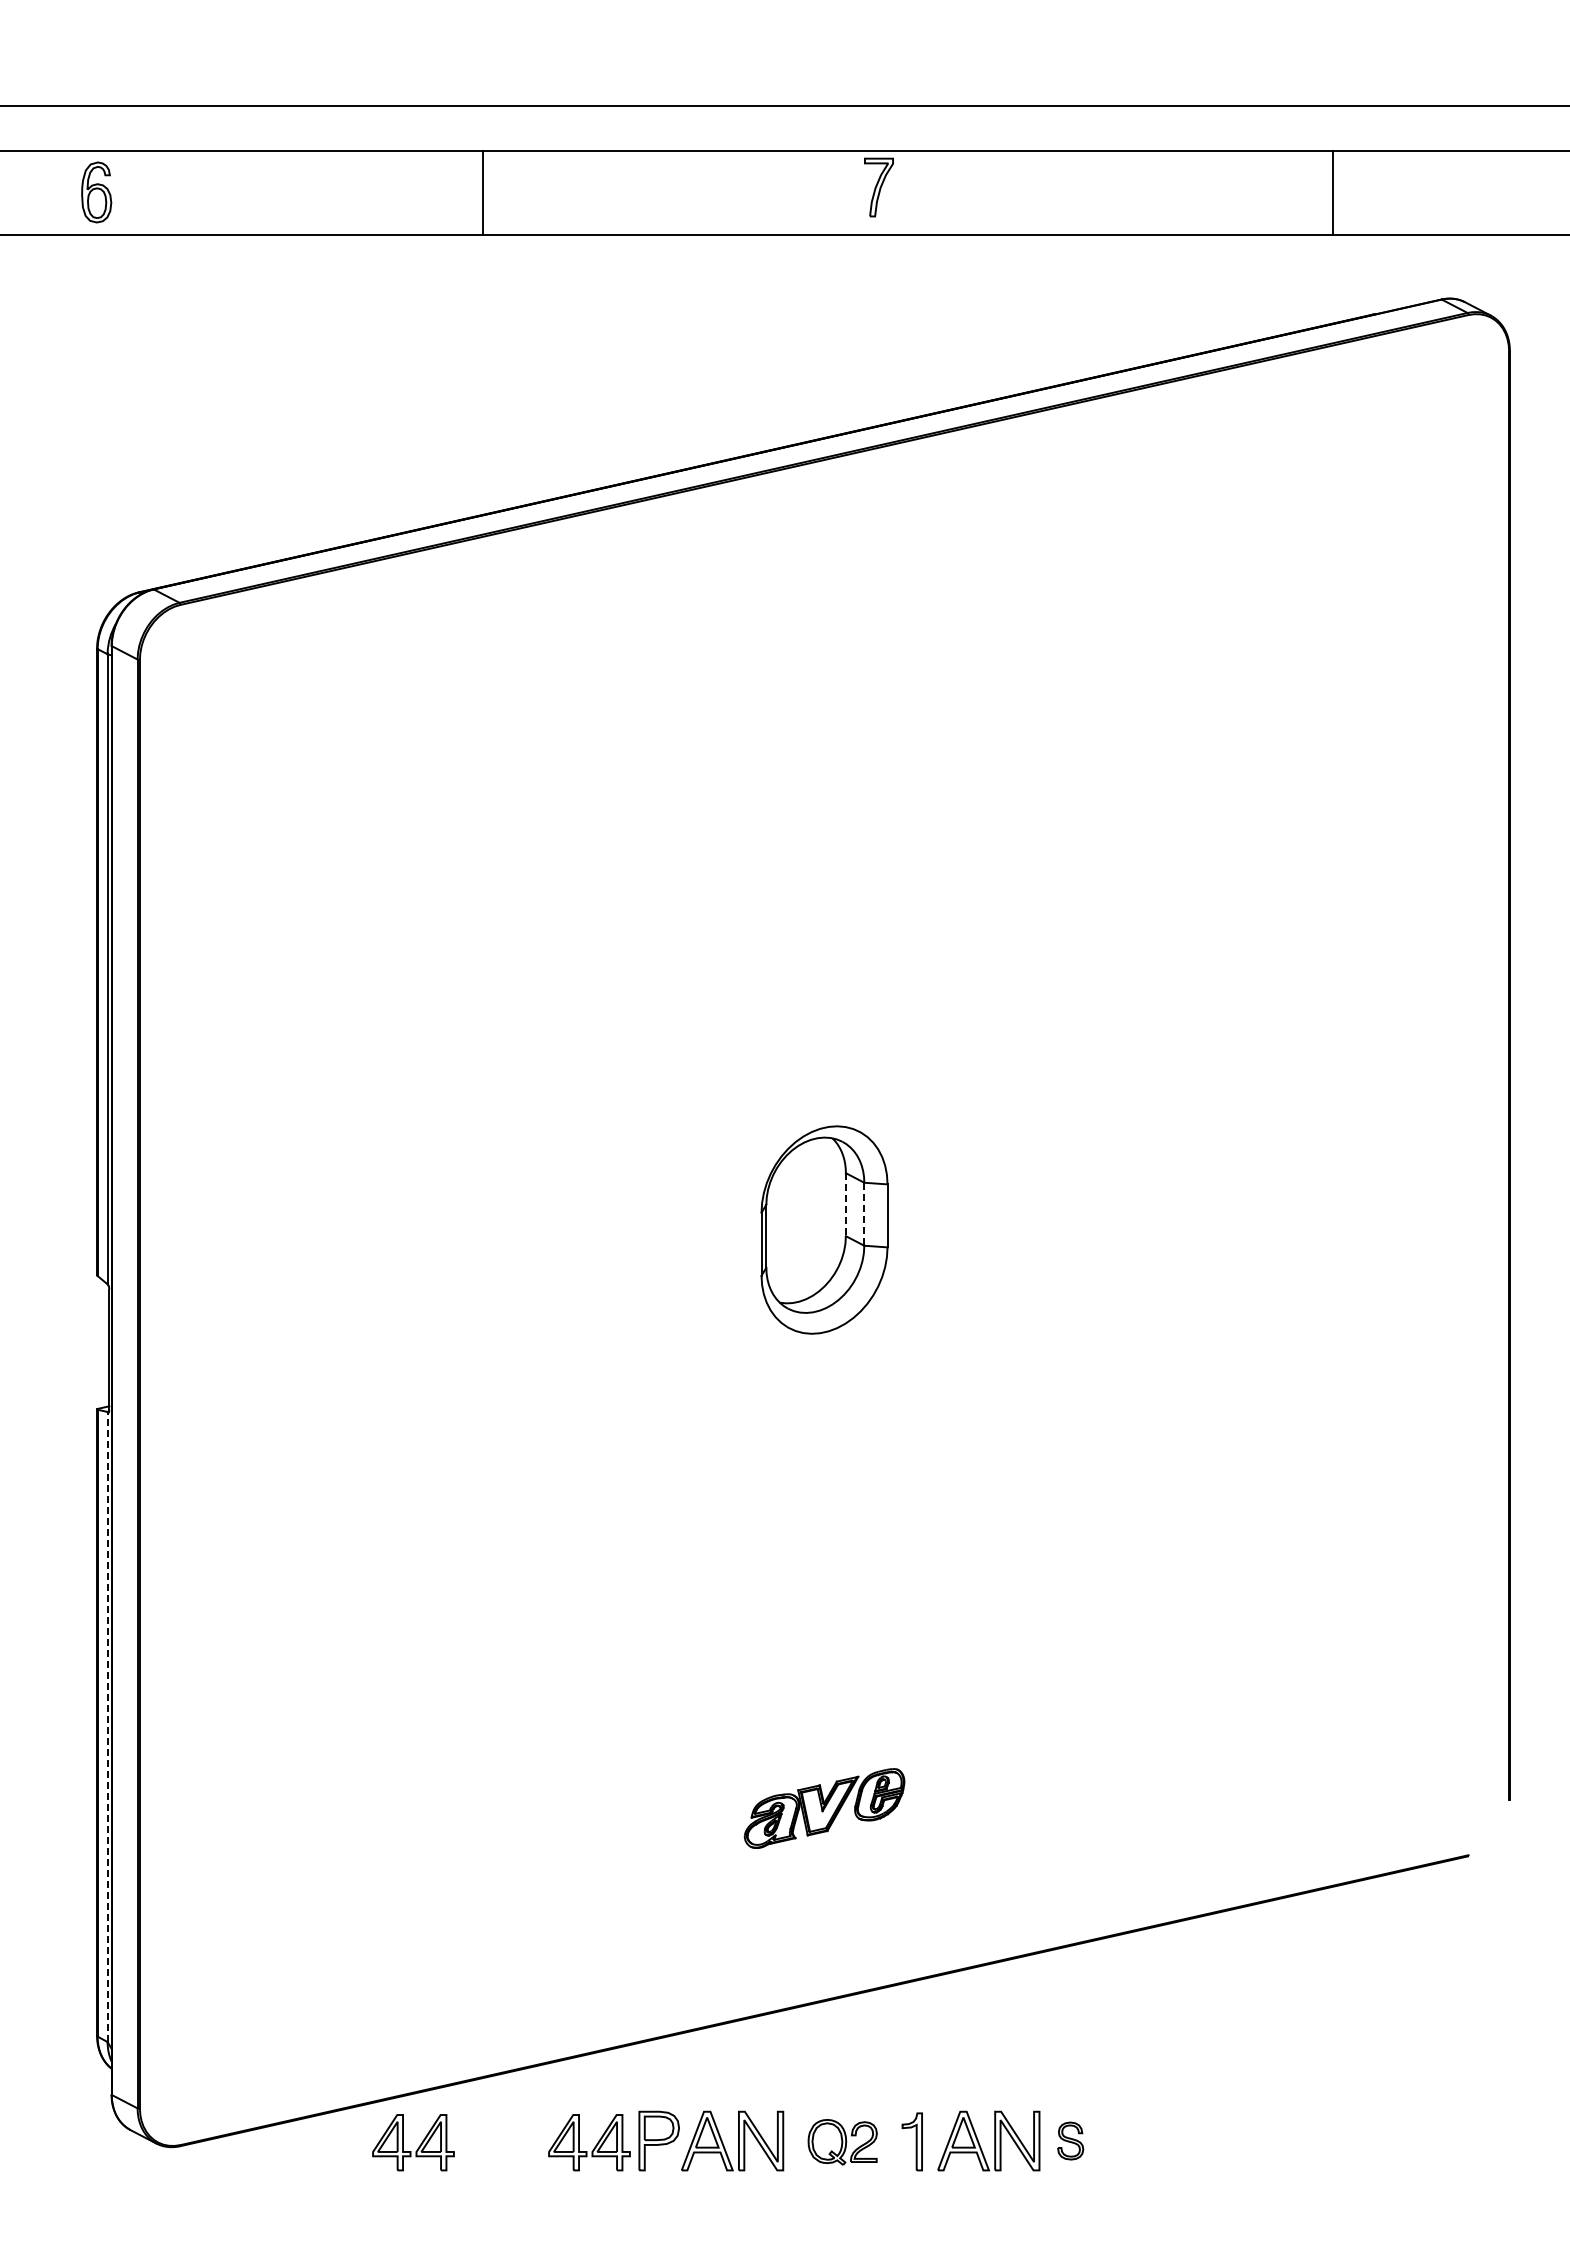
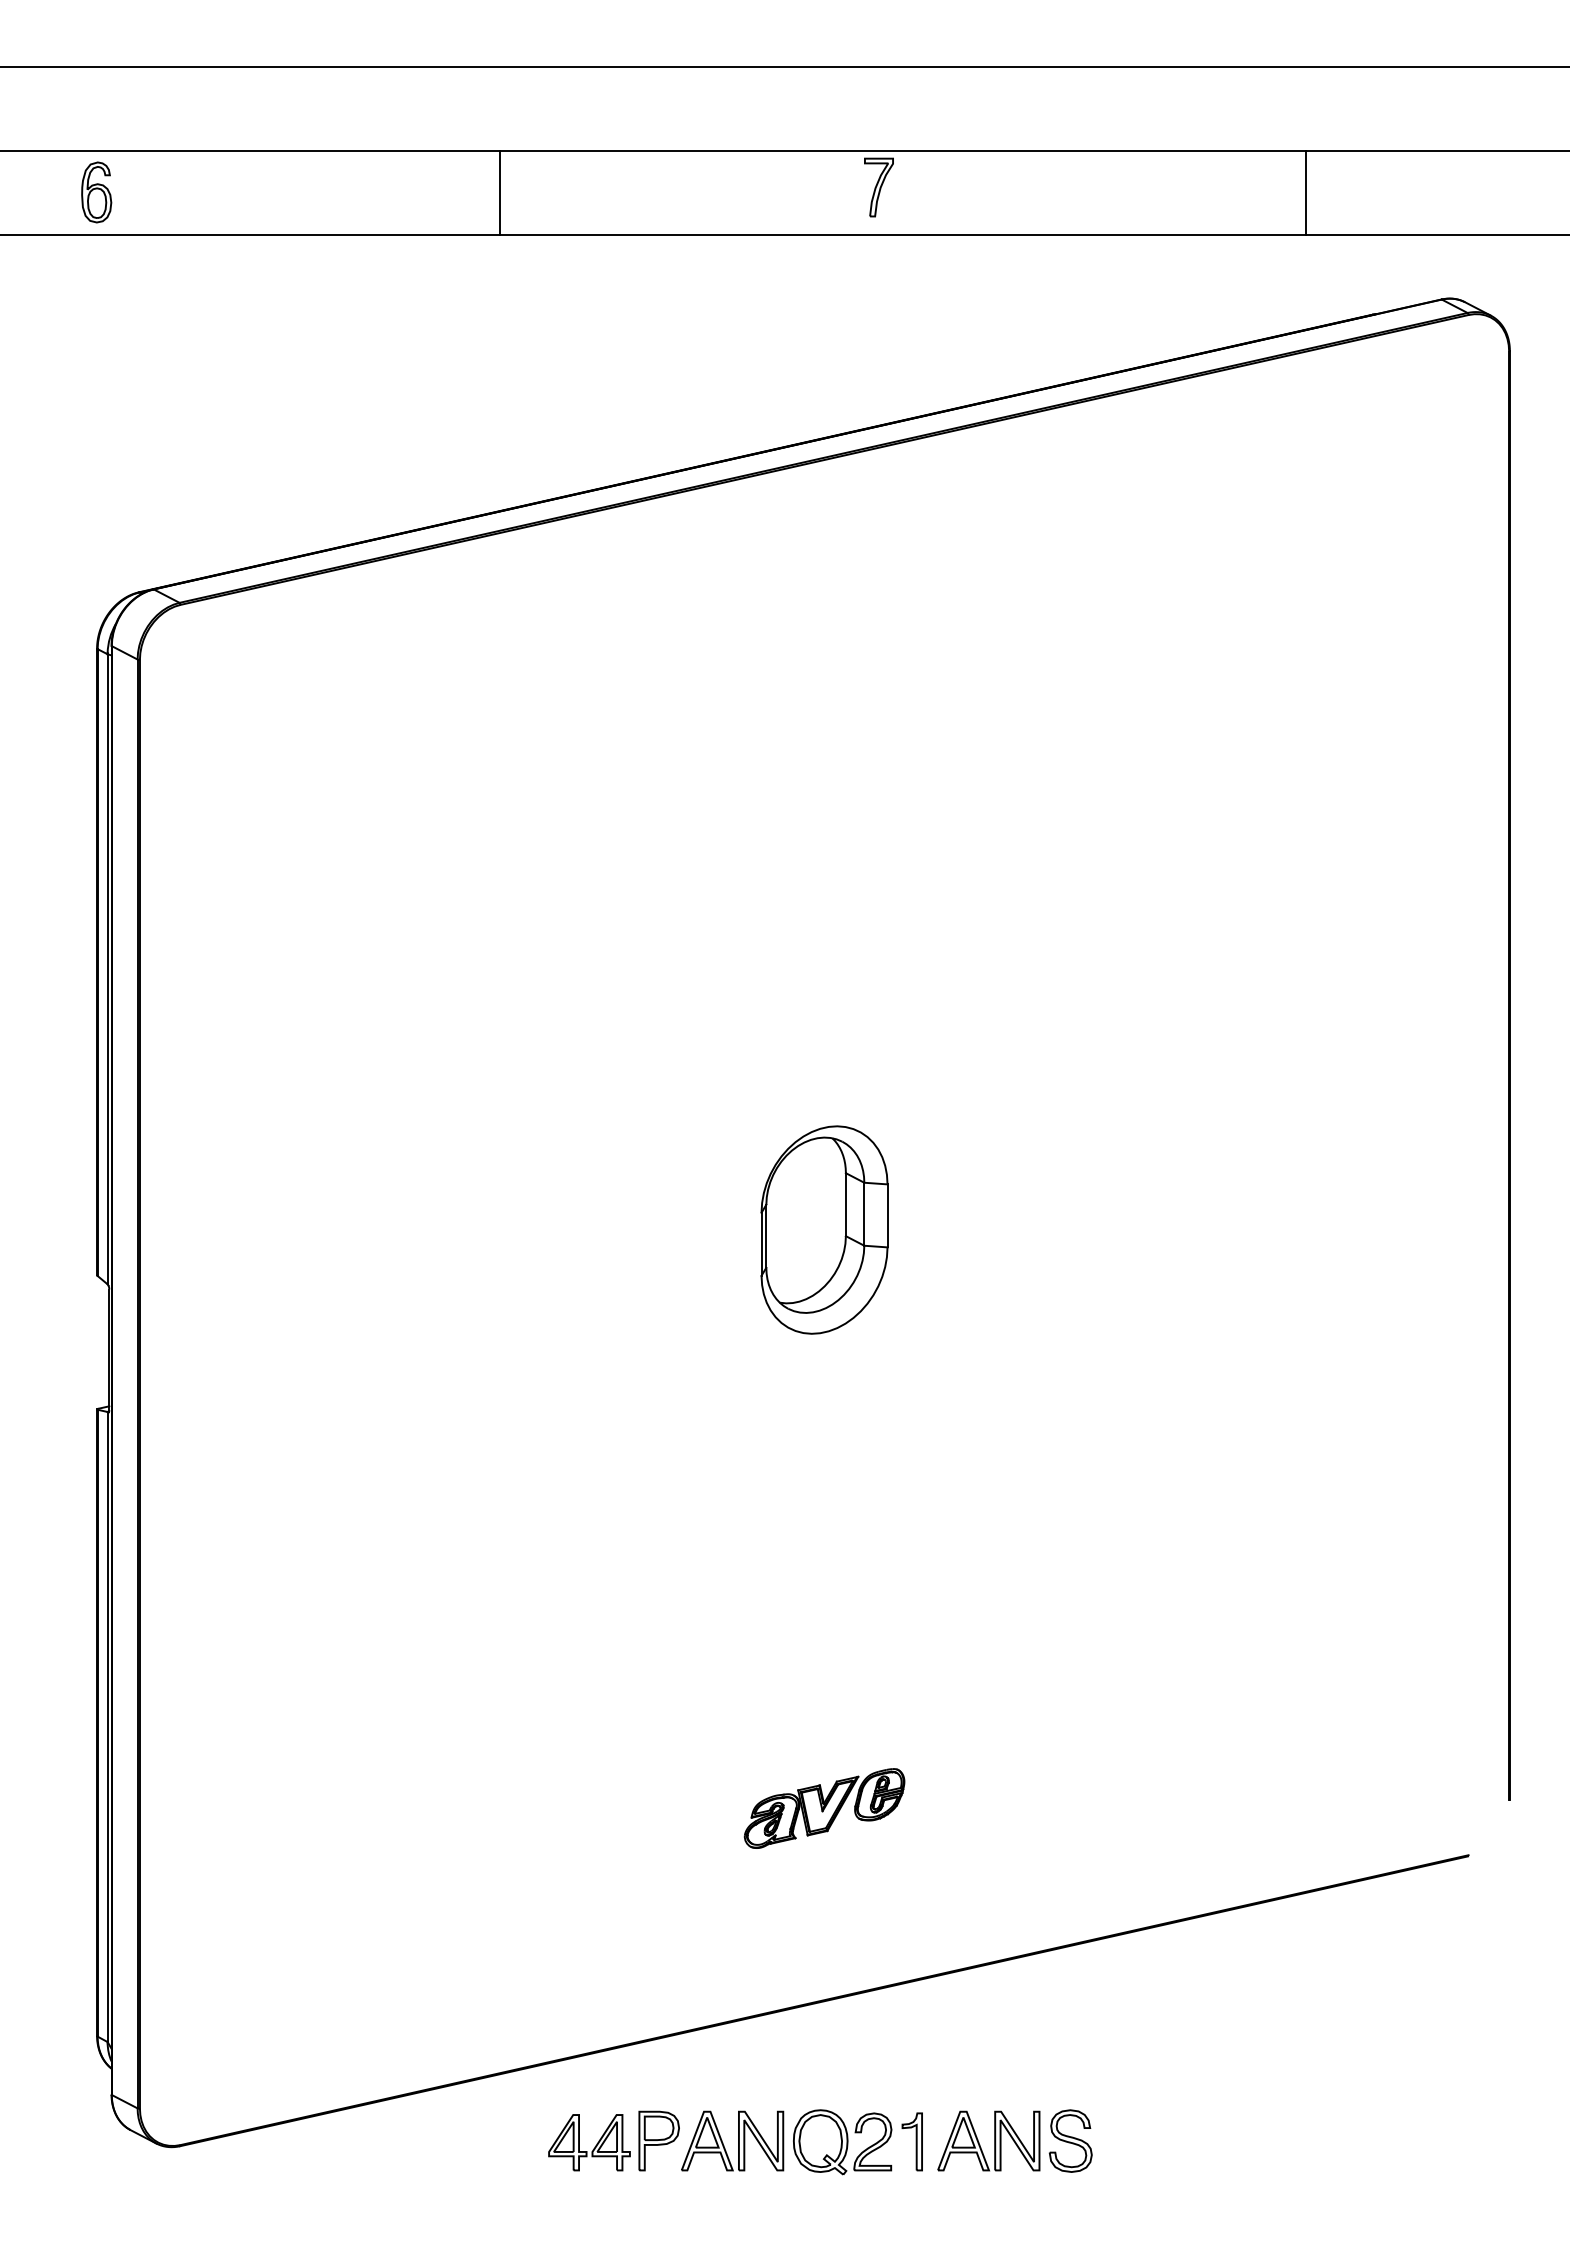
line at (784, 106) position: (784, 106) -> (784, 67)
line at (482, 192) position: (482, 192) -> (499, 192)
line at (1333, 192) position: (1333, 192) -> (1306, 192)
line at (845, 1205): dashed -> solid
line at (864, 1214): dashed -> solid
line at (107, 1726): dashed -> solid
part at (1070, 2140) size: 28x40 px -> 45x64 px
part at (842, 2142) size: 71x47 px -> 100x67 px
part at (418, 2146): present -> none
